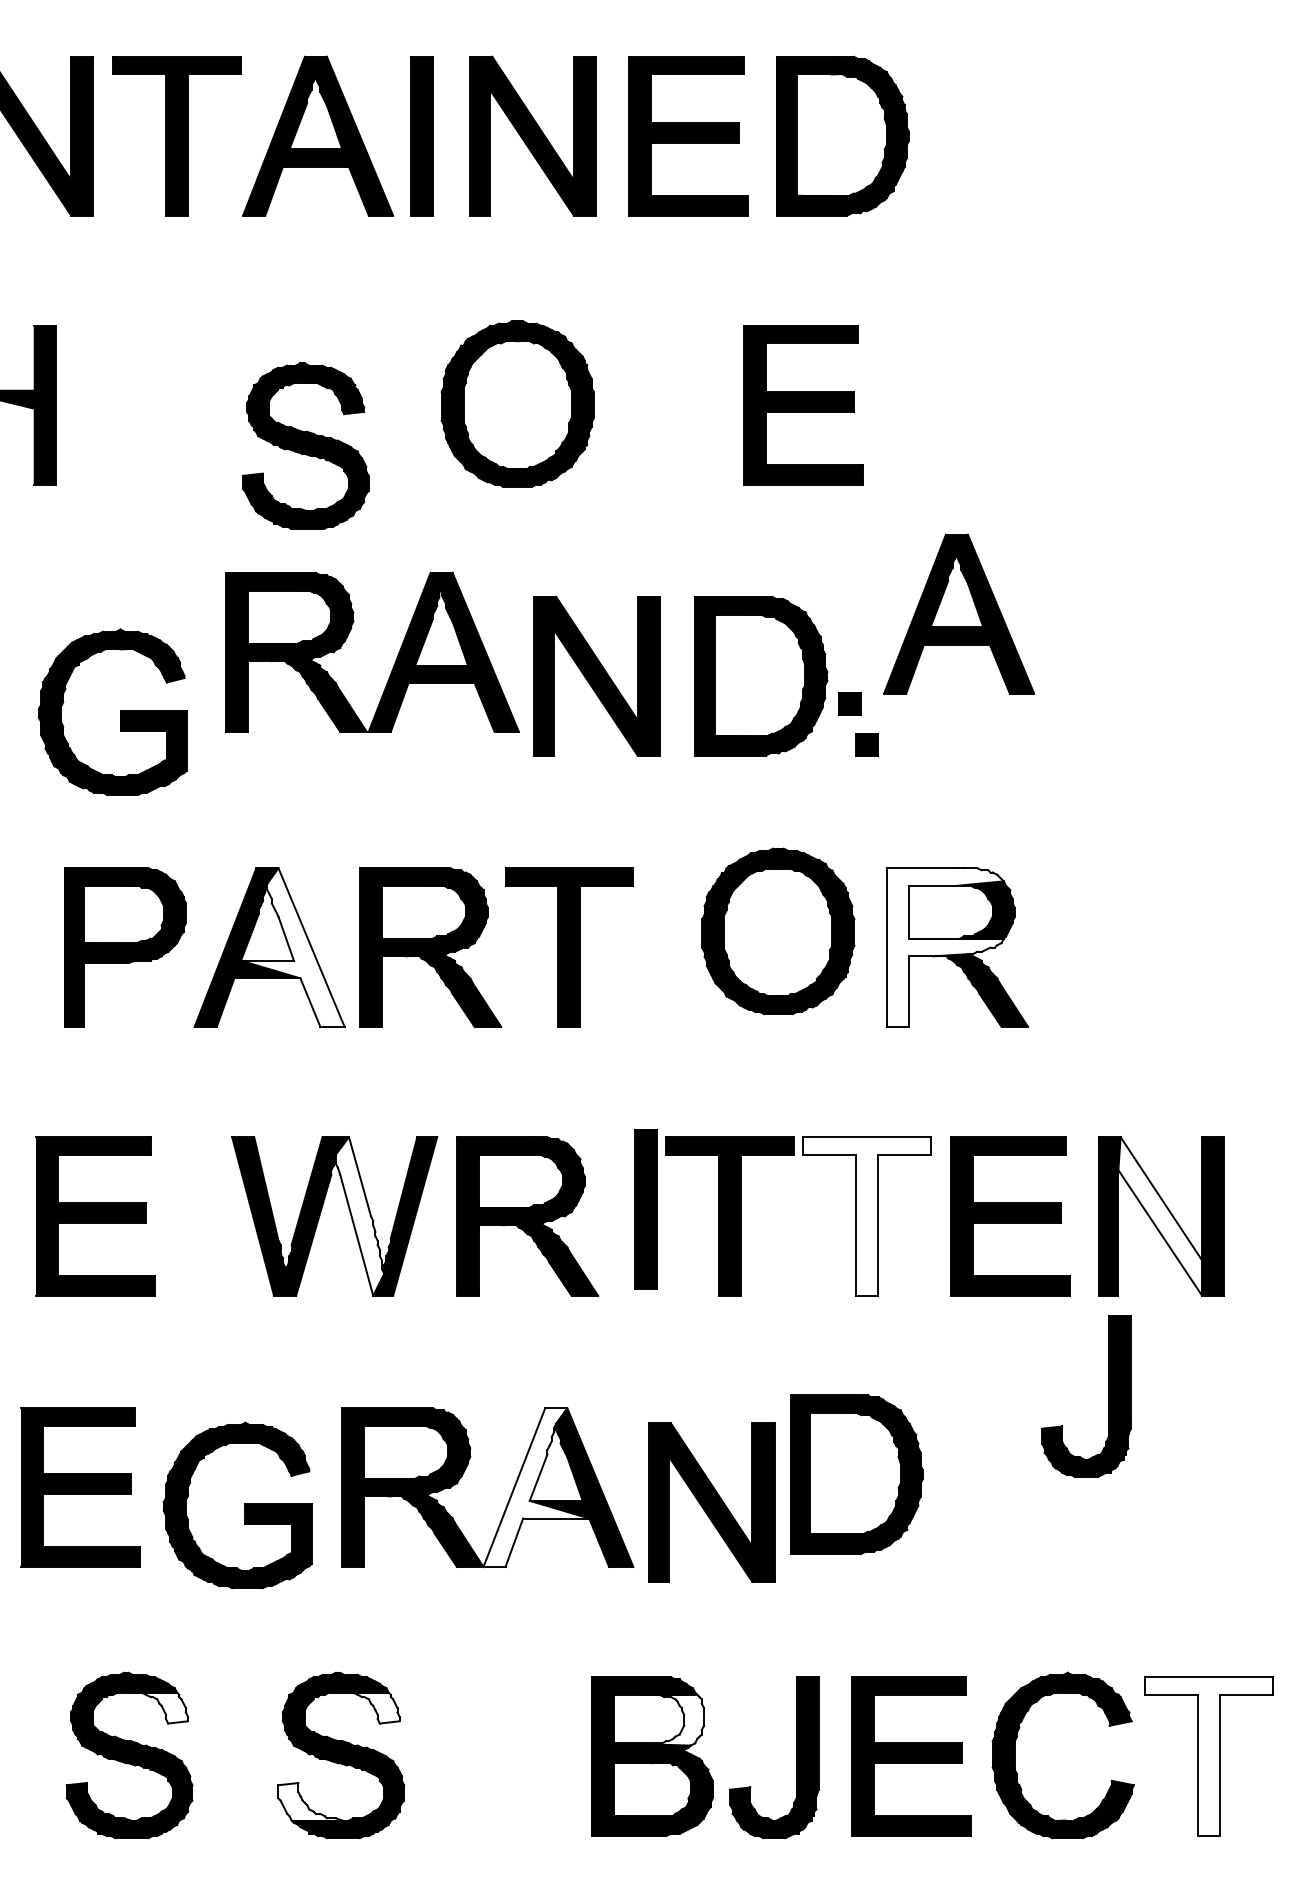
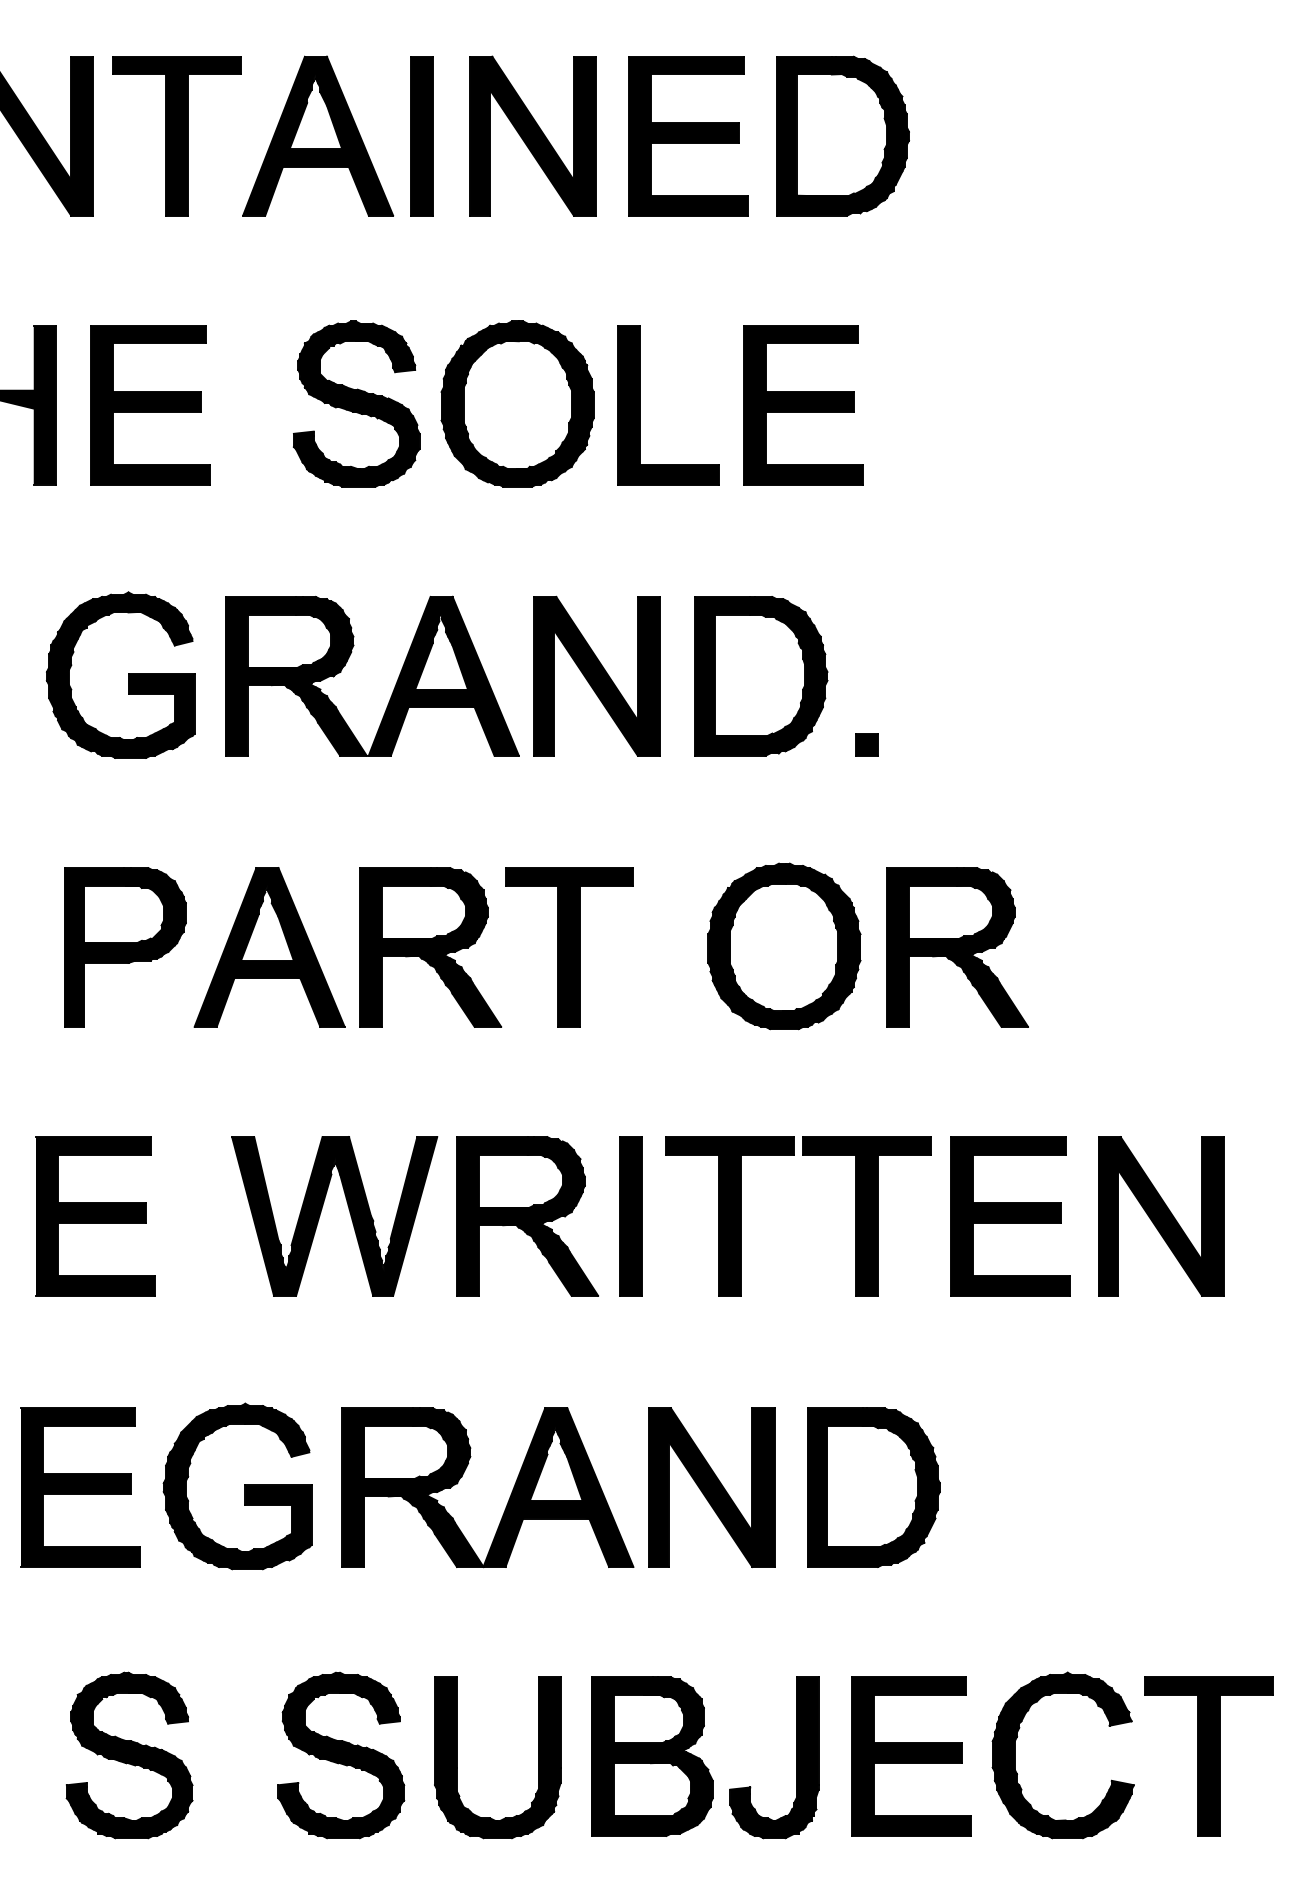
part at (150, 405): none -> present
part at (640, 405): none -> present
part at (305, 445) position: (305, 445) -> (356, 403)
part at (959, 613): present -> none
part at (394, 662) position: (394, 662) -> (394, 686)
part at (849, 703): present -> none
part at (120, 711) position: (120, 711) -> (128, 674)
part at (778, 931) position: (778, 931) -> (784, 946)
fill at (292, 947): none -> present
fill at (944, 947): none -> present
part at (645, 1209) position: (645, 1209) -> (630, 1216)
fill at (359, 1216): none -> present
fill at (867, 1216): none -> present
fill at (1160, 1216): none -> present
part at (1108, 1396): present -> none
part at (856, 1474) position: (856, 1474) -> (873, 1487)
fill at (536, 1487): none -> present
part at (711, 1502) position: (711, 1502) -> (711, 1487)
part at (244, 1505) position: (244, 1505) -> (244, 1486)
fill at (164, 1707): none -> present
fill at (376, 1707): none -> present
fill at (658, 1719): none -> present
fill at (1208, 1756): none -> present
part at (457, 1757): none -> present
fill at (310, 1801): none -> present
